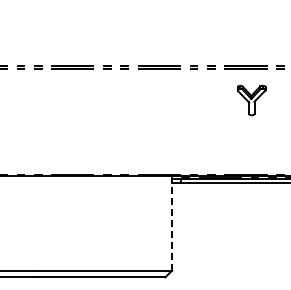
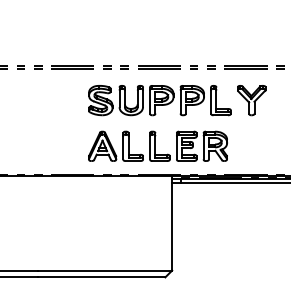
part at (159, 100): none -> present
part at (157, 145): none -> present
line at (172, 222): dashed -> solid
